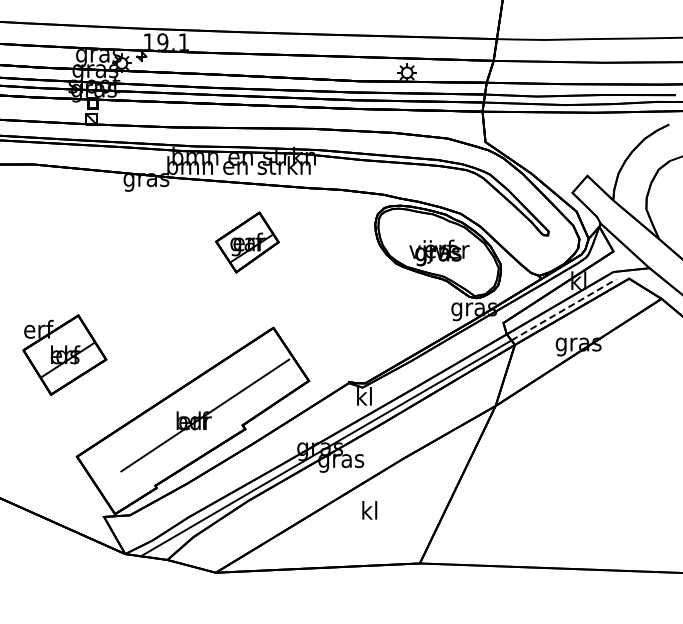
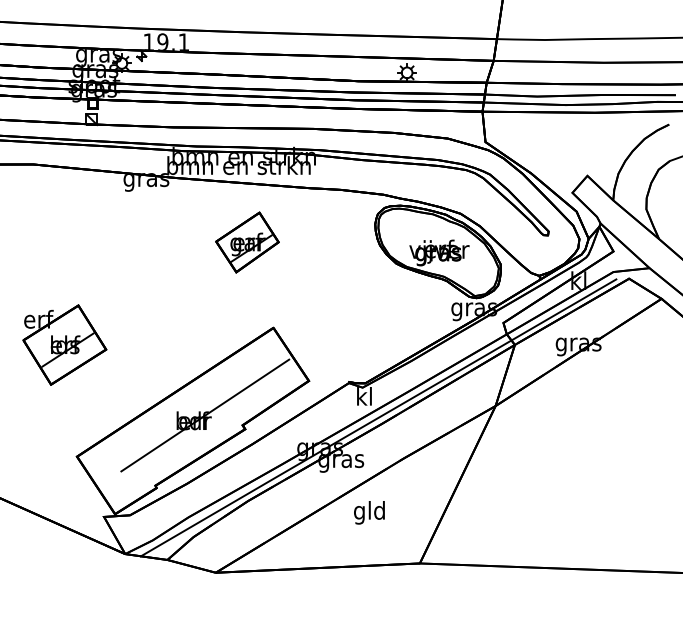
line at (563, 309): dashed -> solid
part at (64, 354) position: (64, 354) -> (64, 344)
text at (369, 512): kl -> gld
